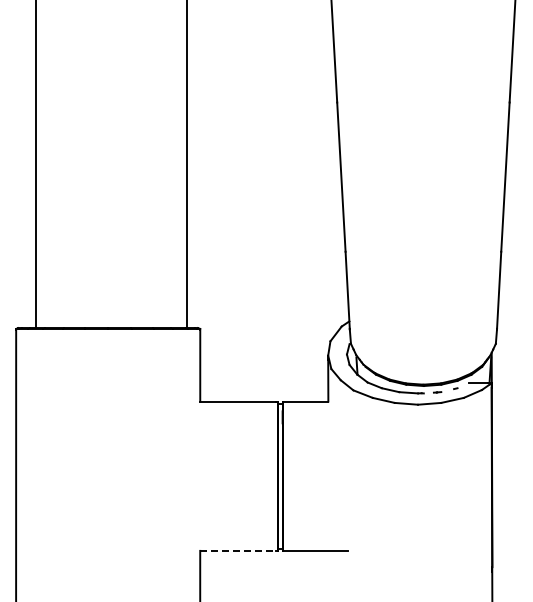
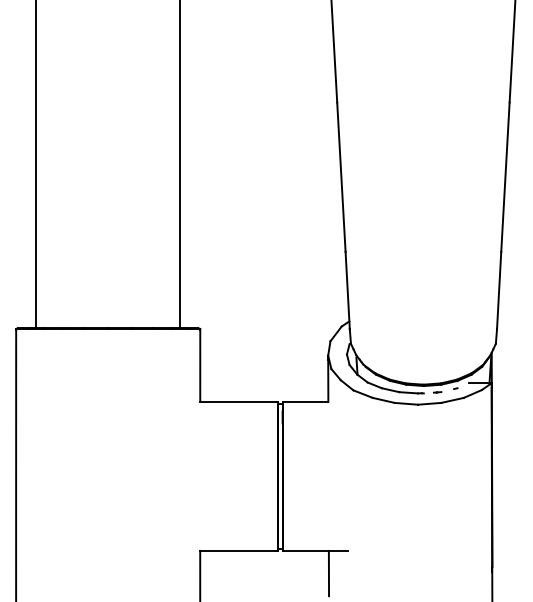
line at (187, 165) position: (187, 165) -> (180, 165)
line at (238, 550): dashed -> solid
line at (328, 573): none -> present
